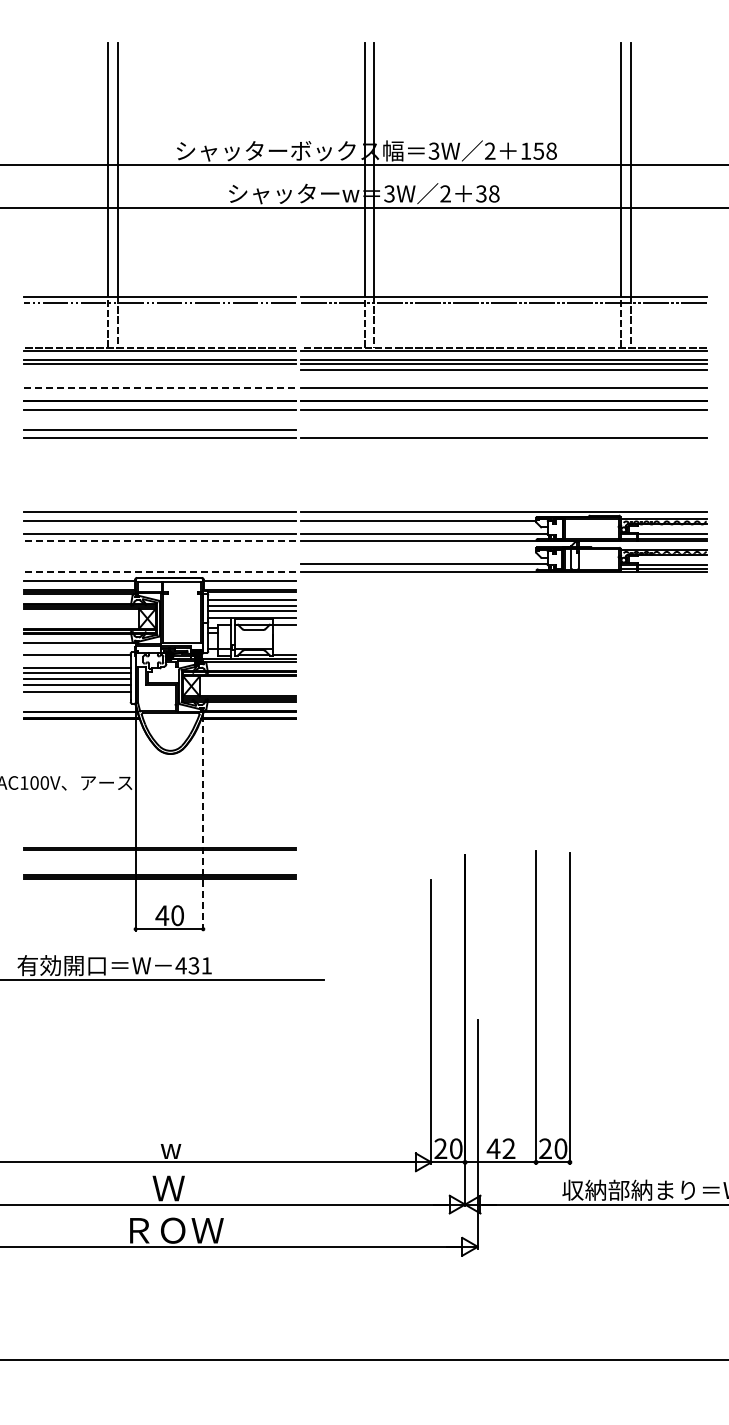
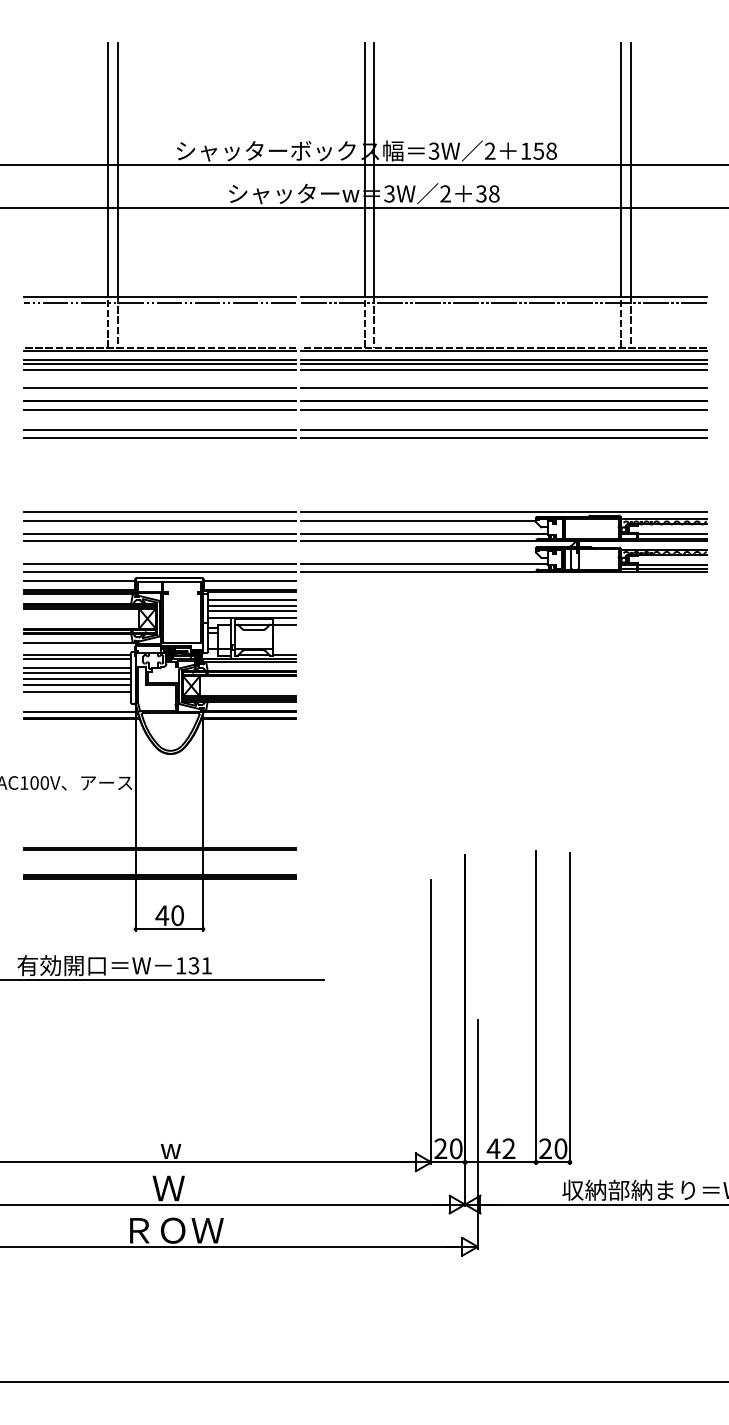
line at (160, 370): none -> present
line at (160, 388): dashed -> solid
line at (503, 430): none -> present
line at (159, 541): dashed -> solid
line at (160, 564): none -> present
line at (159, 571): dashed -> solid
line at (77, 659): none -> present
line at (203, 822): dashed -> solid
text at (180, 965): 431 -> 131
line at (363, 1360) position: (363, 1360) -> (363, 1382)
